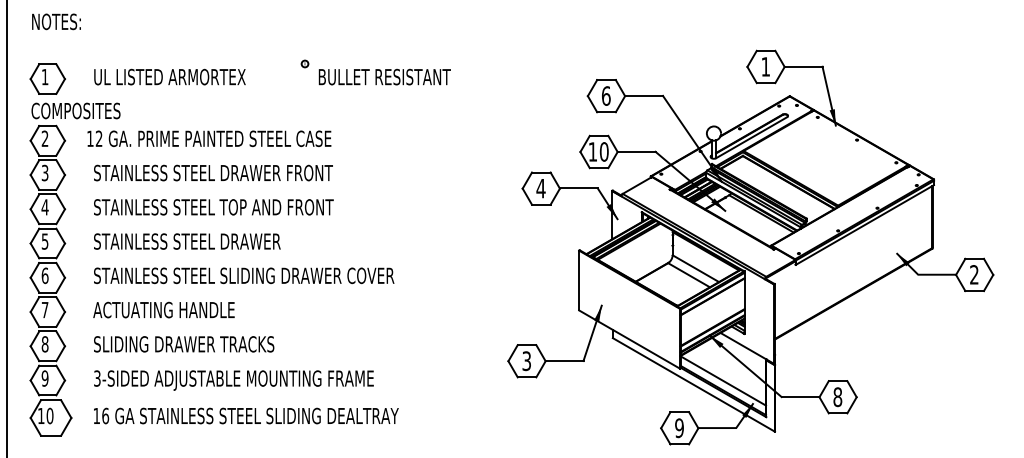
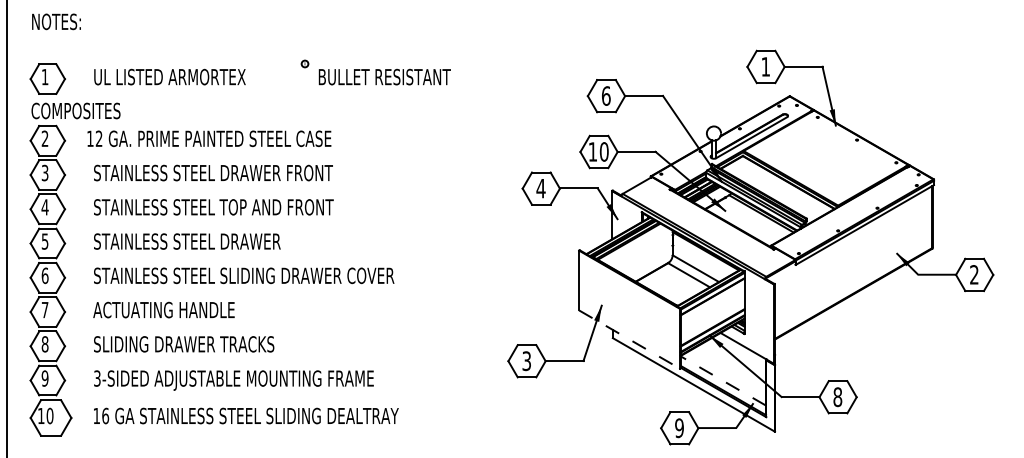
line at (630, 339): solid -> dashed
line at (722, 380): solid -> dashed
